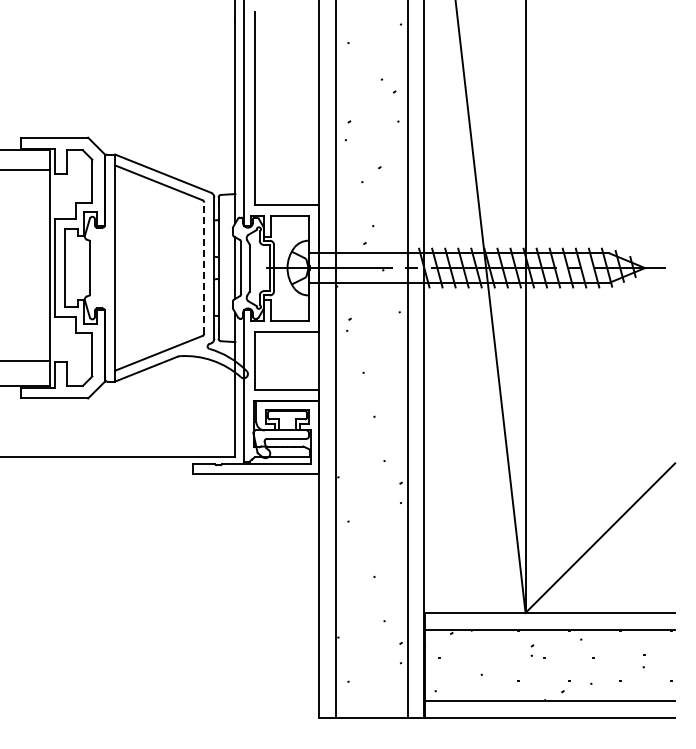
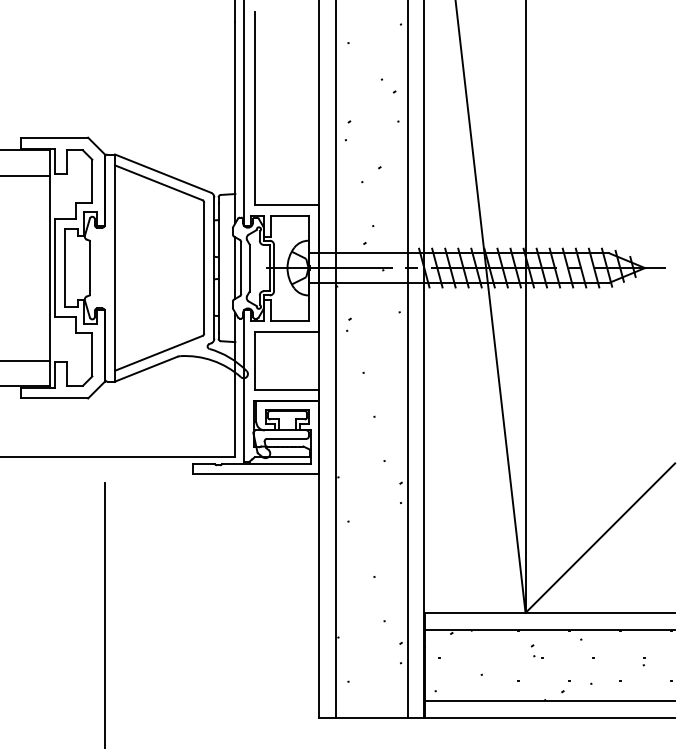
line at (26, 169) position: (26, 169) -> (26, 175)
line at (204, 267): dashed -> solid
line at (104, 613): none -> present
part at (537, 656) size: 16x5 px -> 11x4 px
part at (643, 661) size: 4x15 px -> 4x10 px
